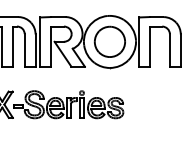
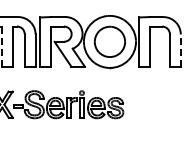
line at (1, 47): solid -> dashed
line at (180, 50): solid -> dashed
